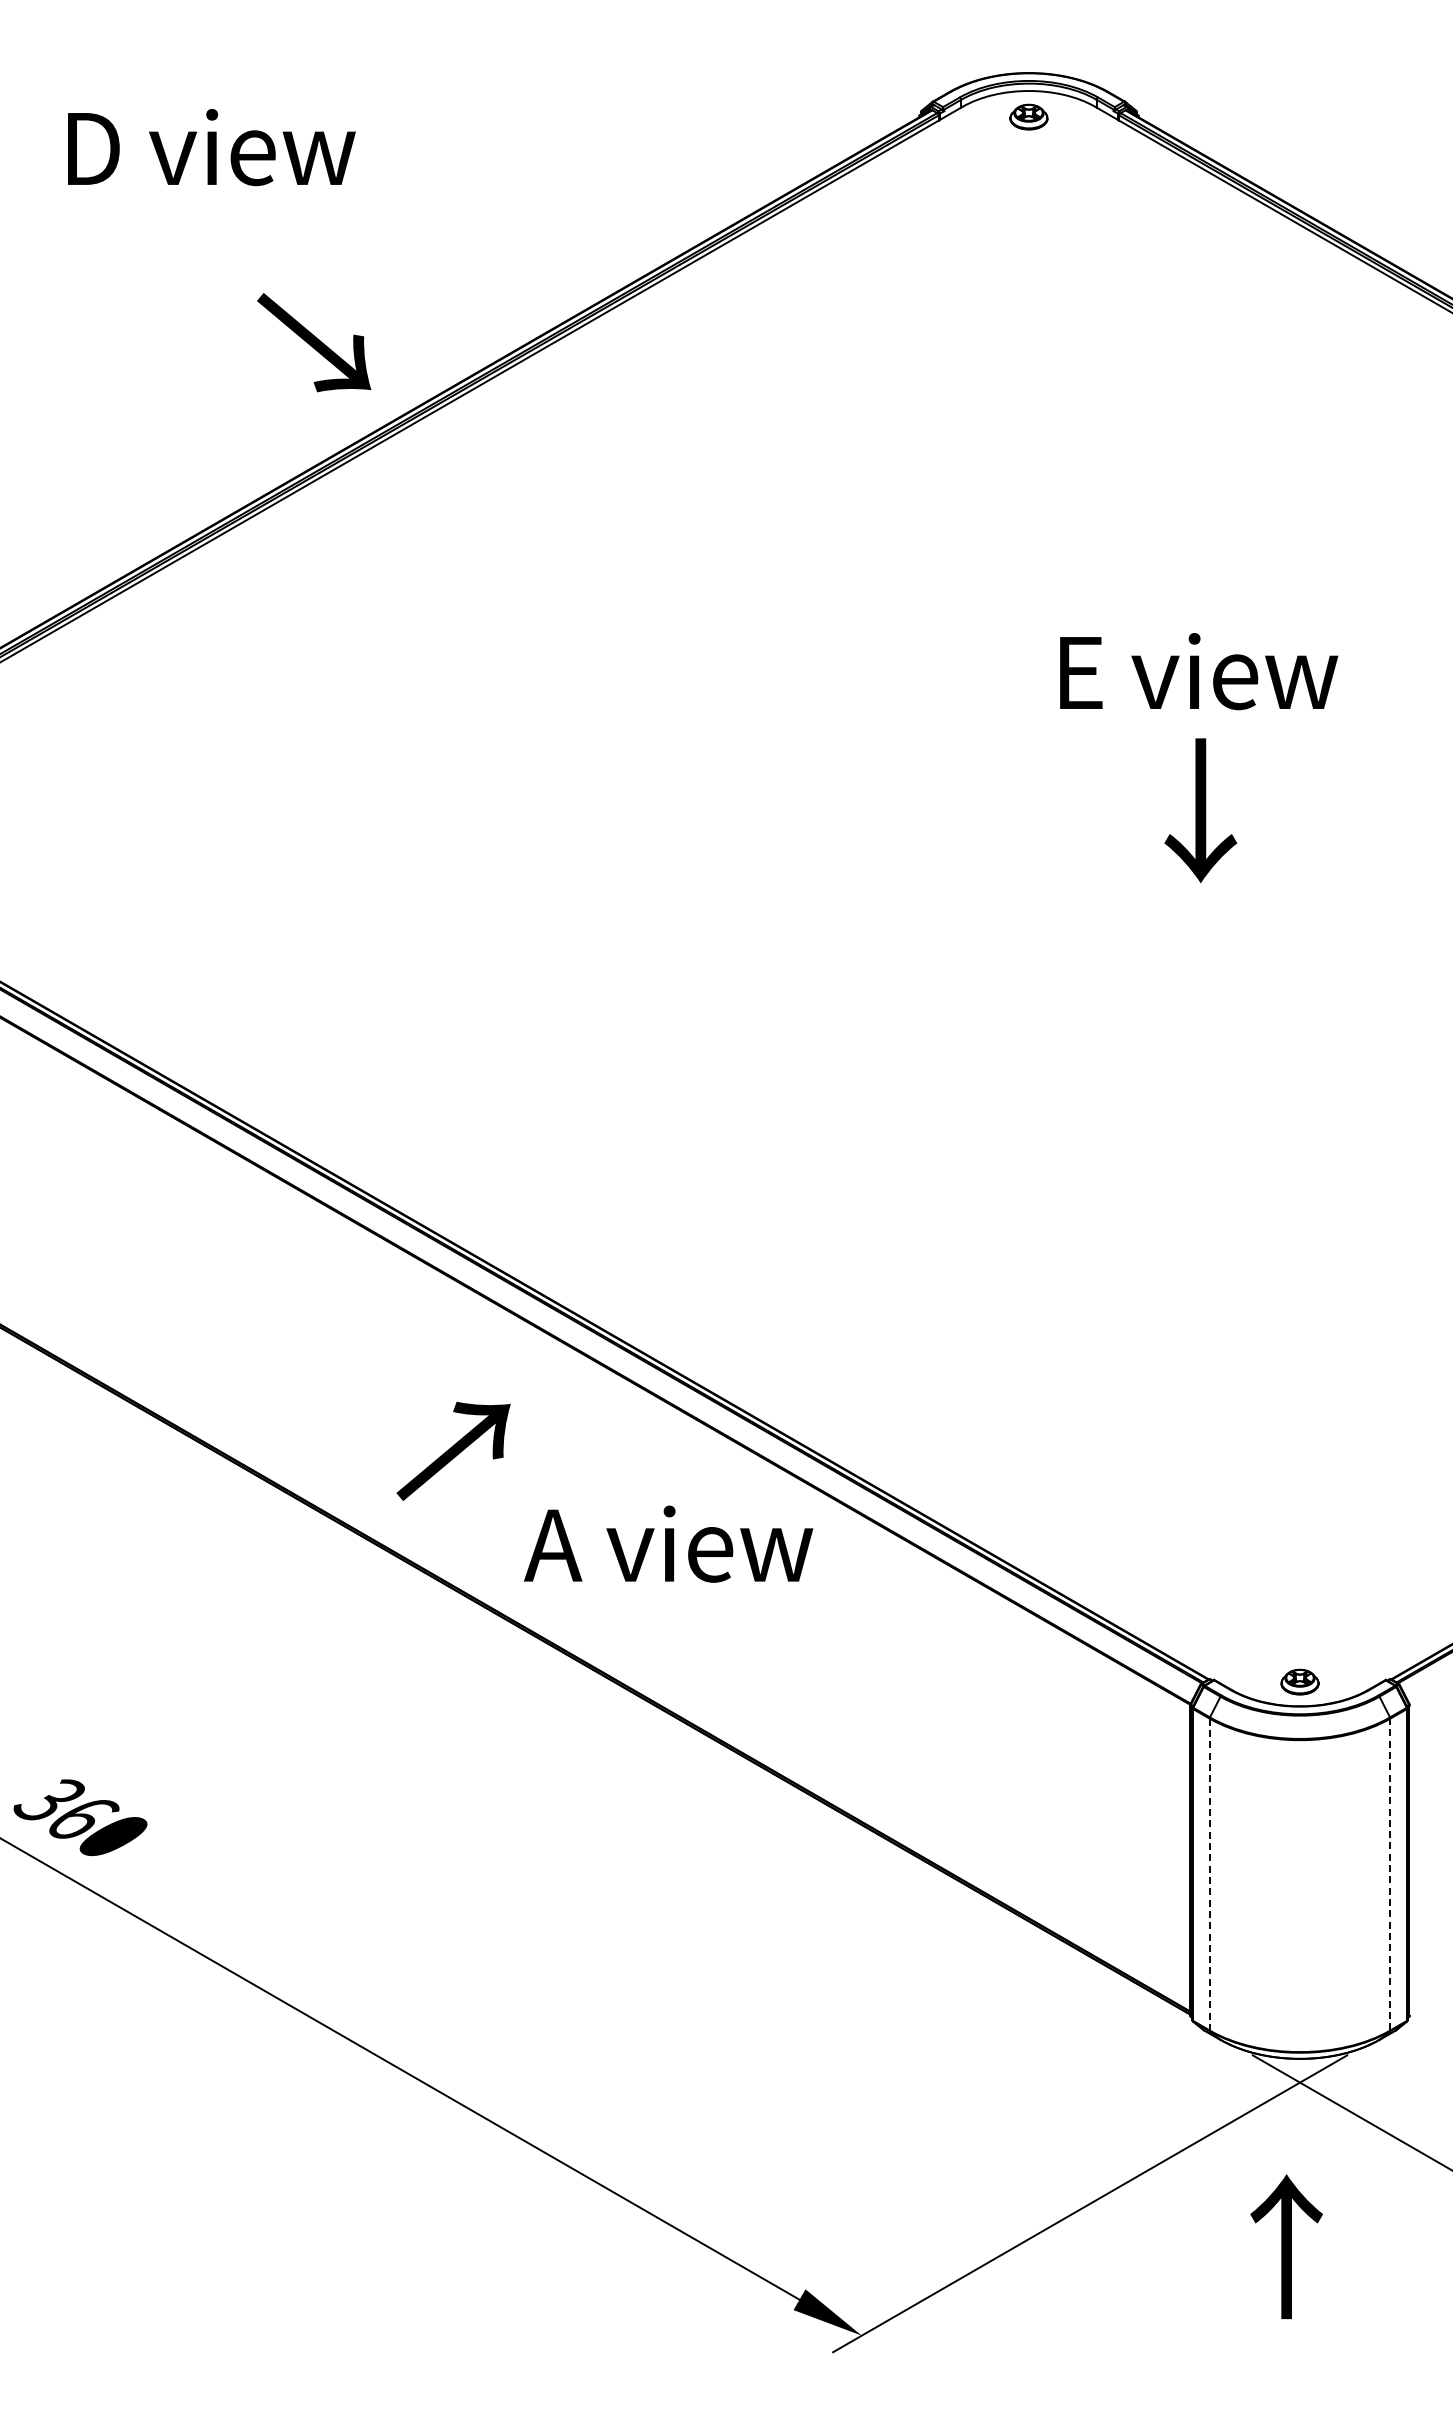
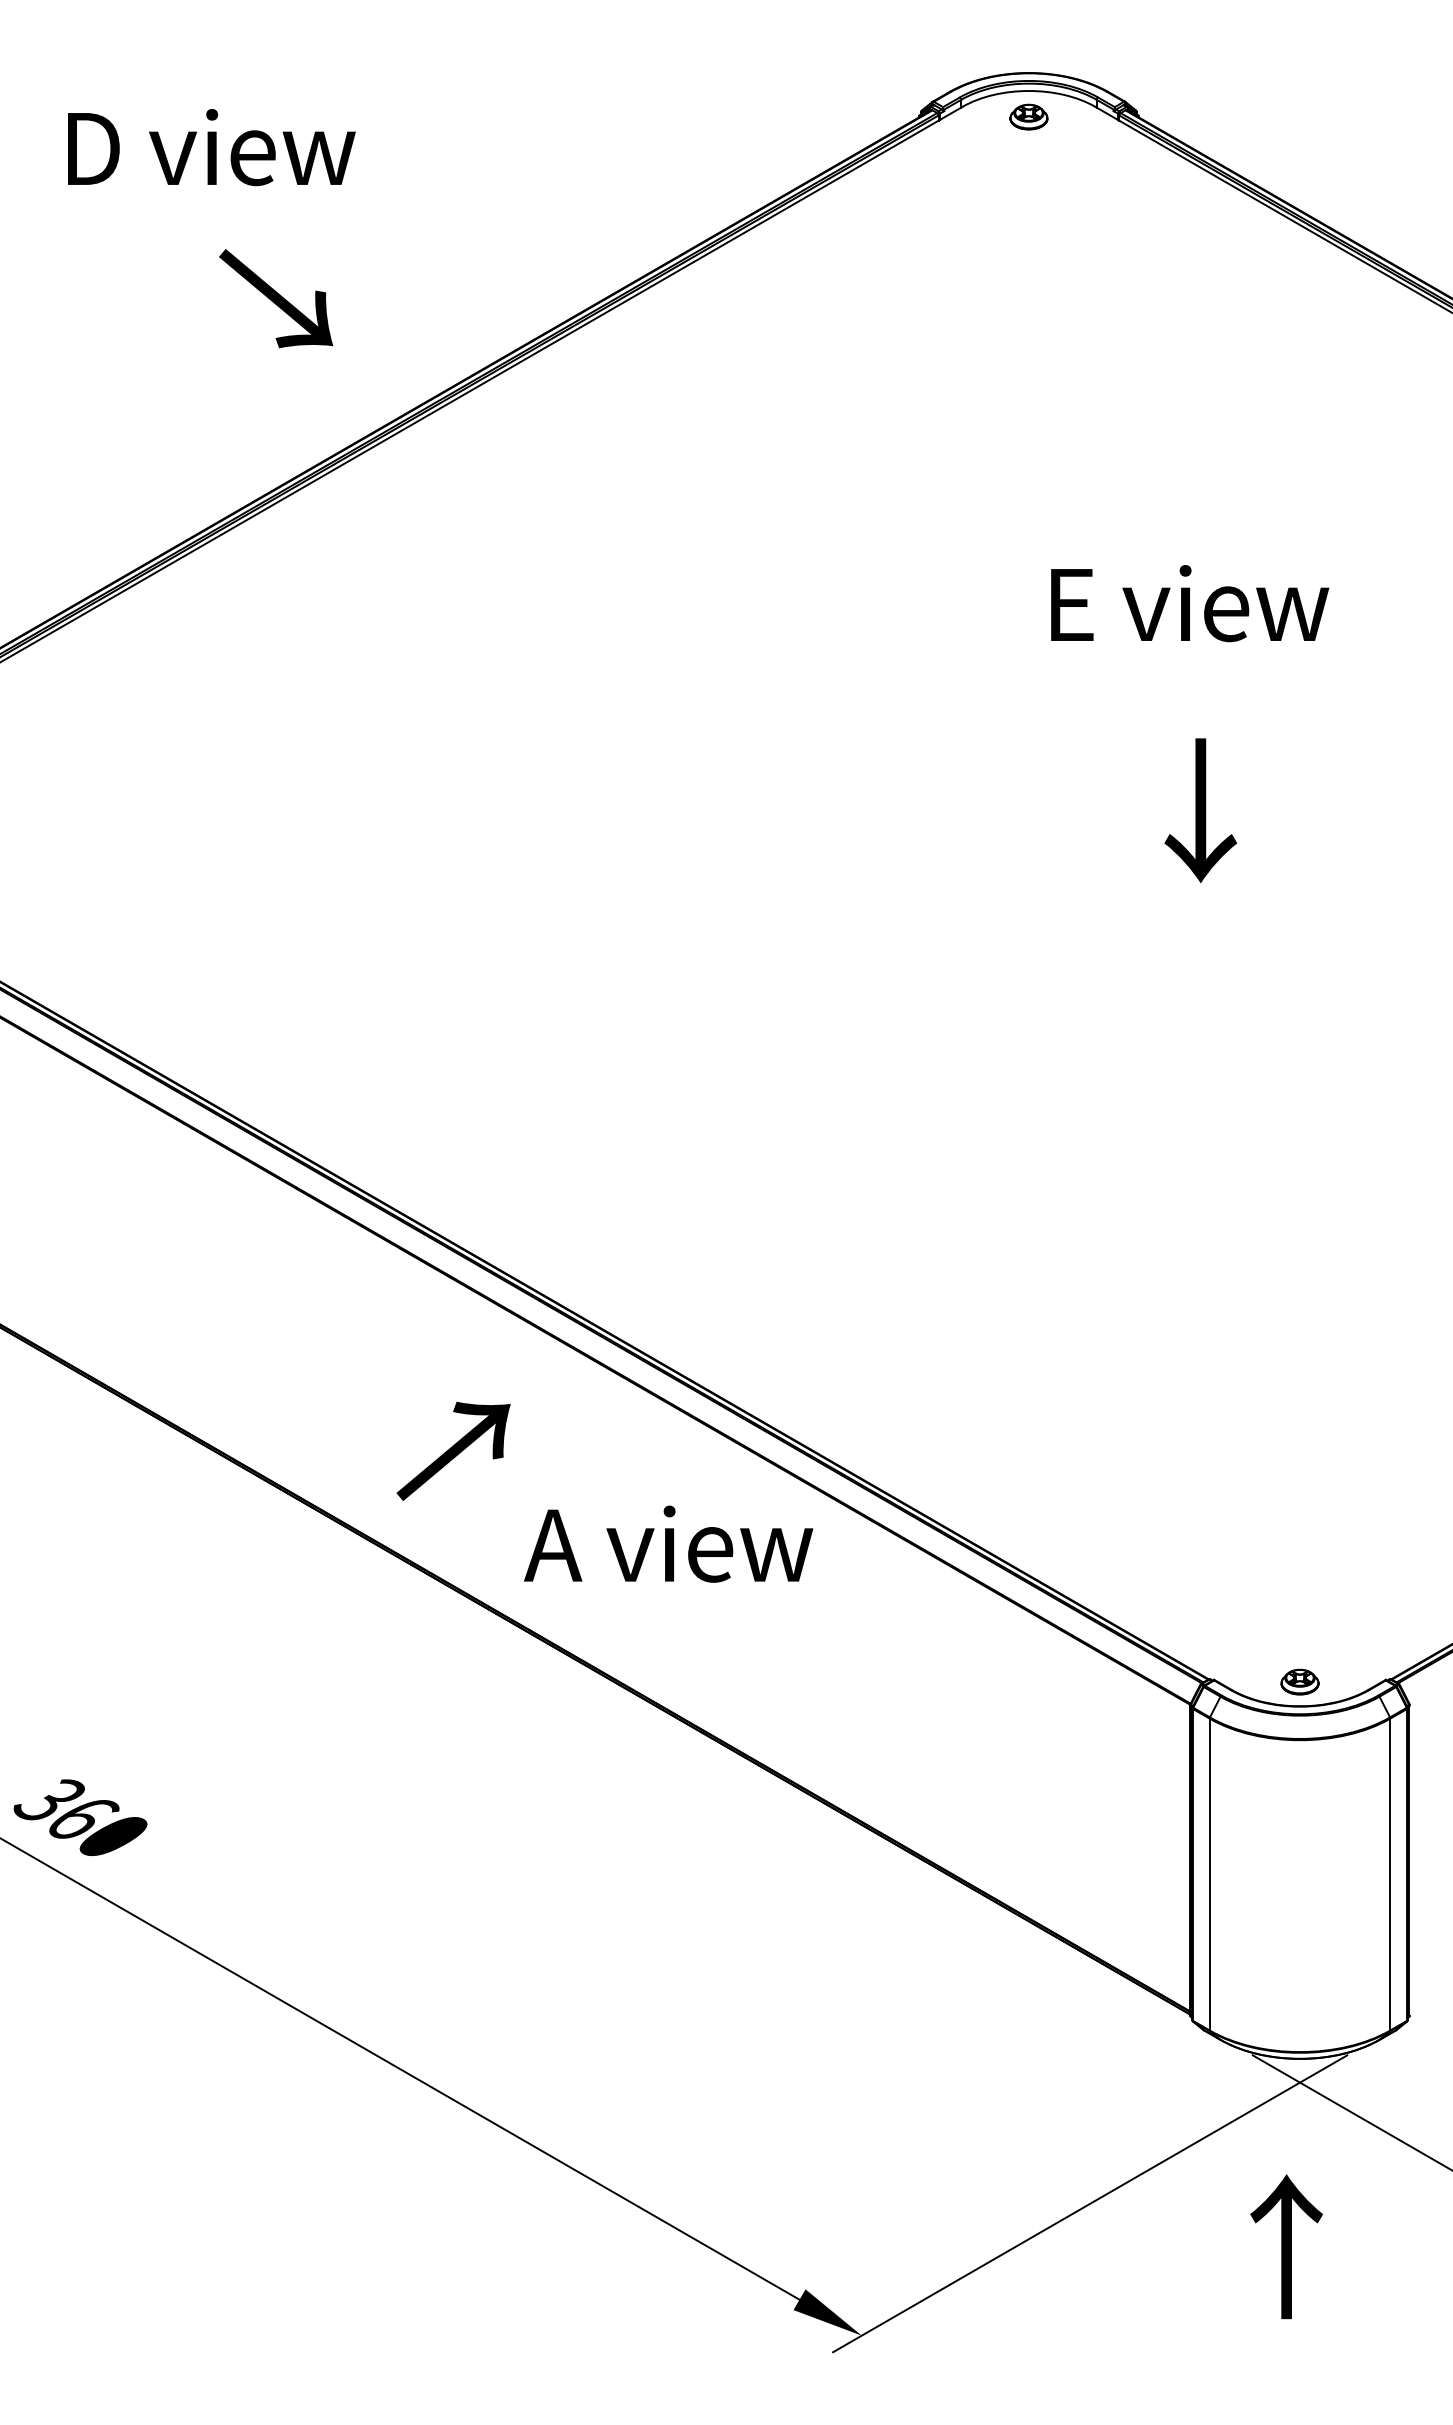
text at (314, 342) position: (314, 342) -> (276, 298)
text at (1199, 671) position: (1199, 671) -> (1190, 603)
line at (1209, 1874): dashed -> solid
line at (1390, 1874): dashed -> solid
